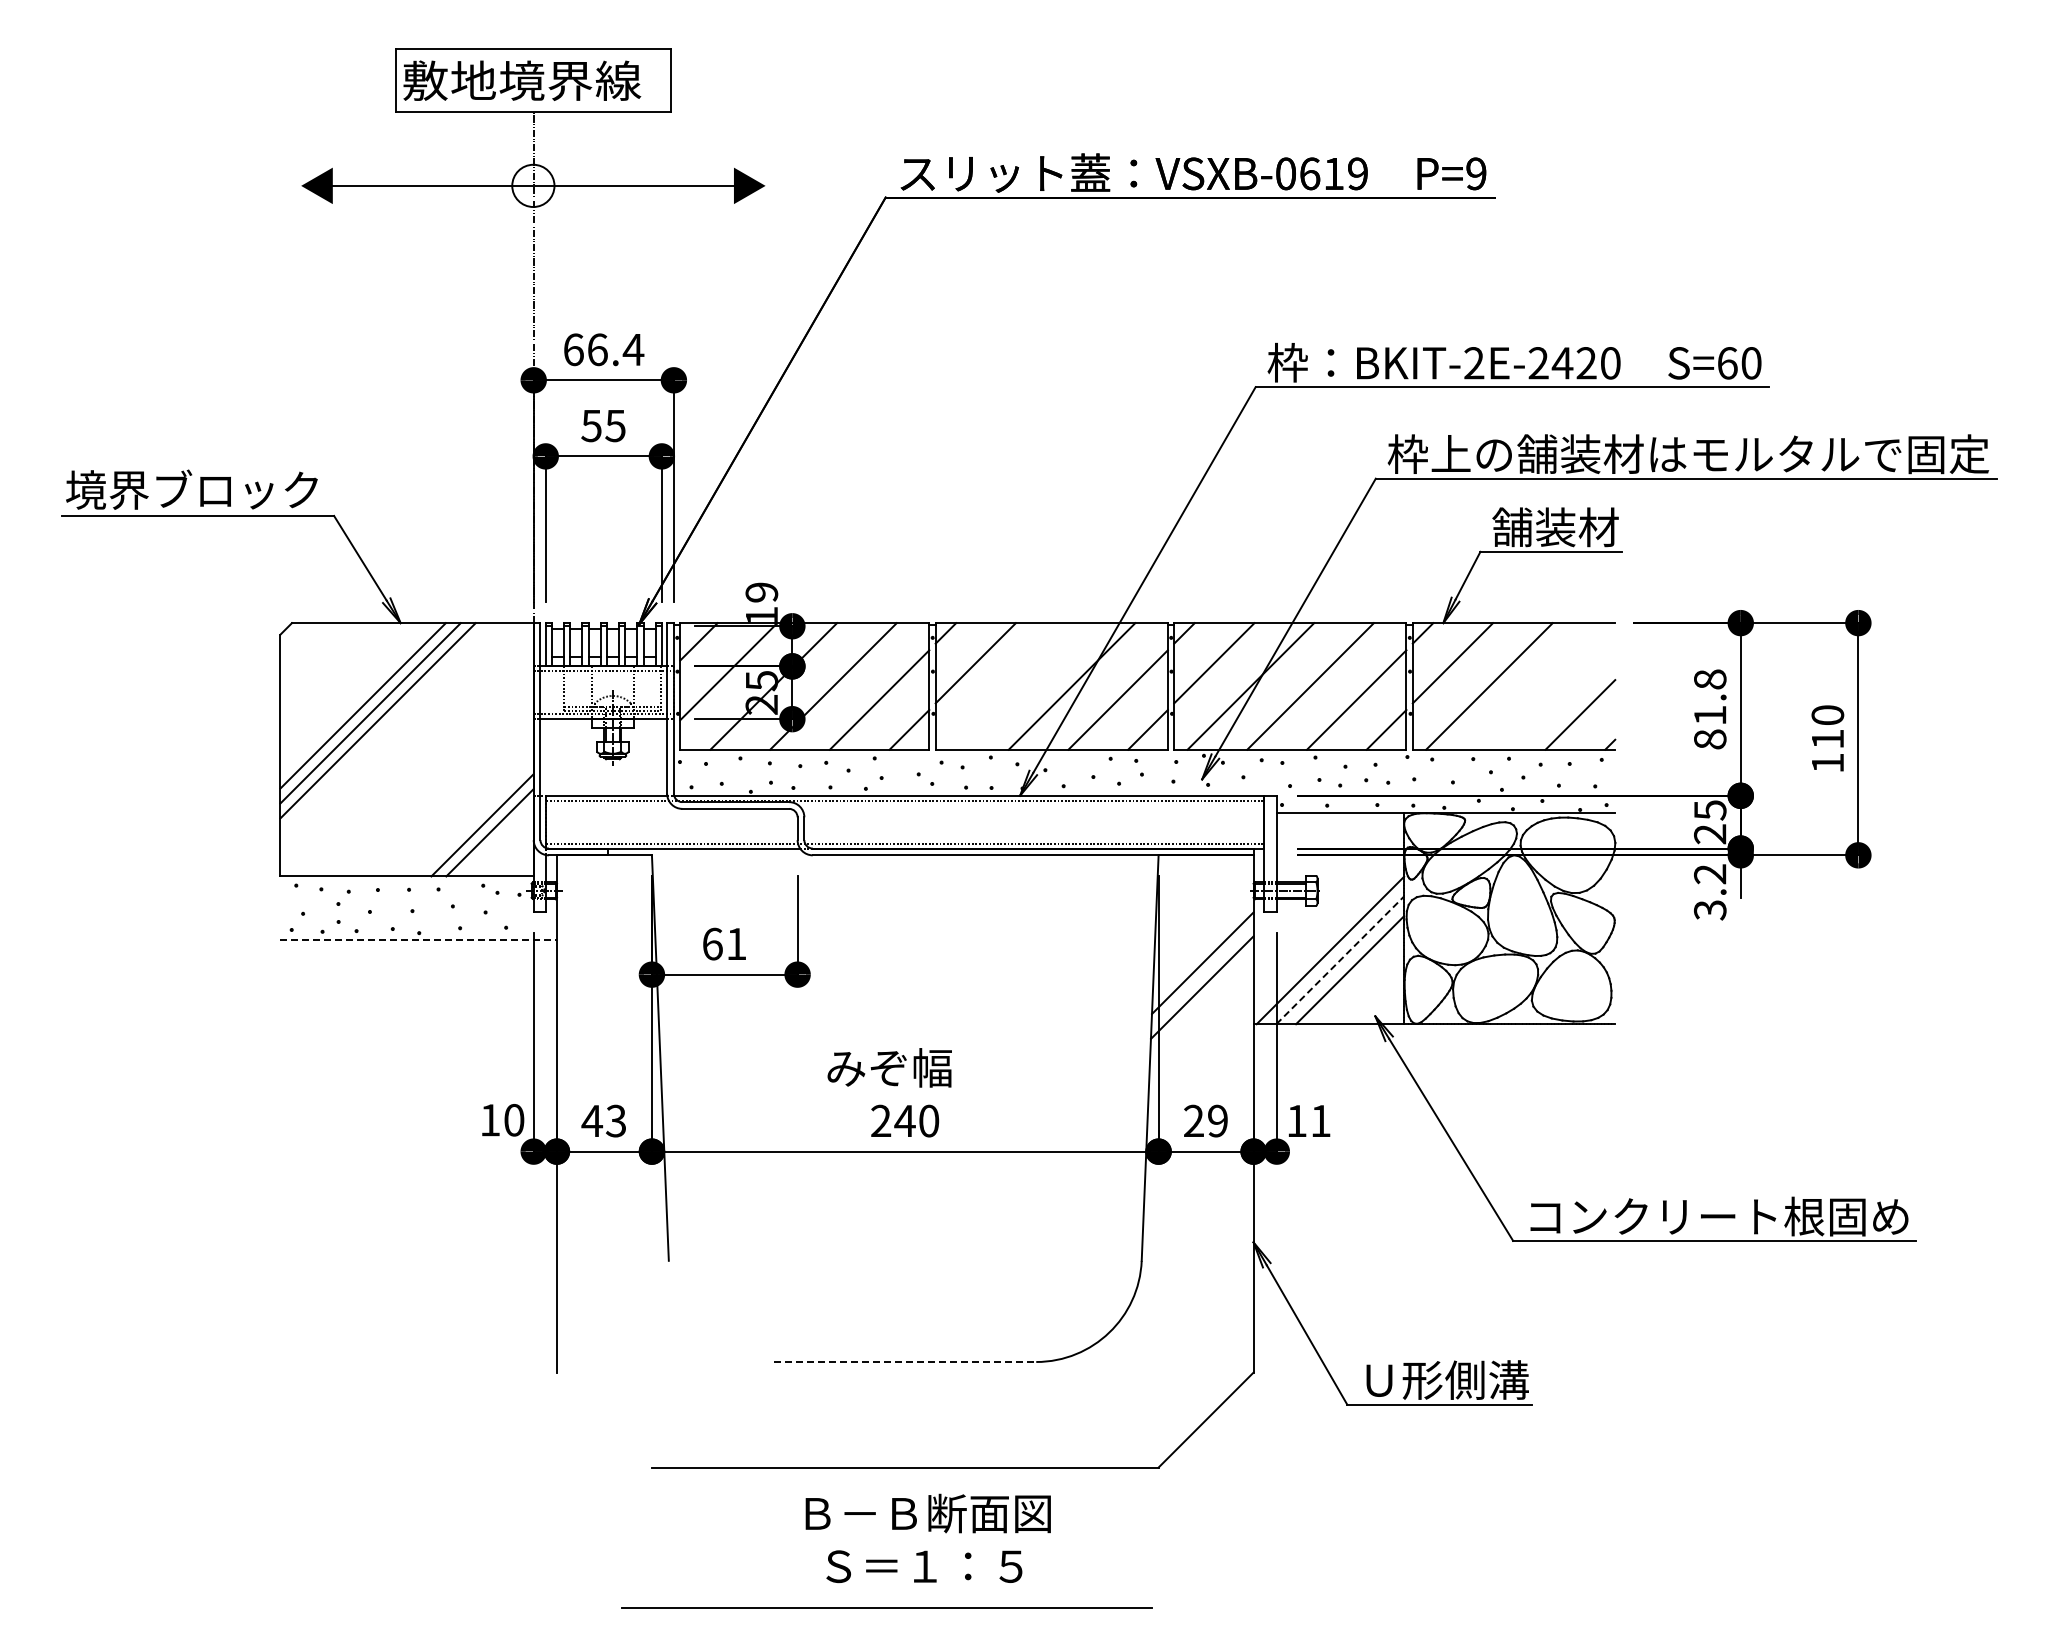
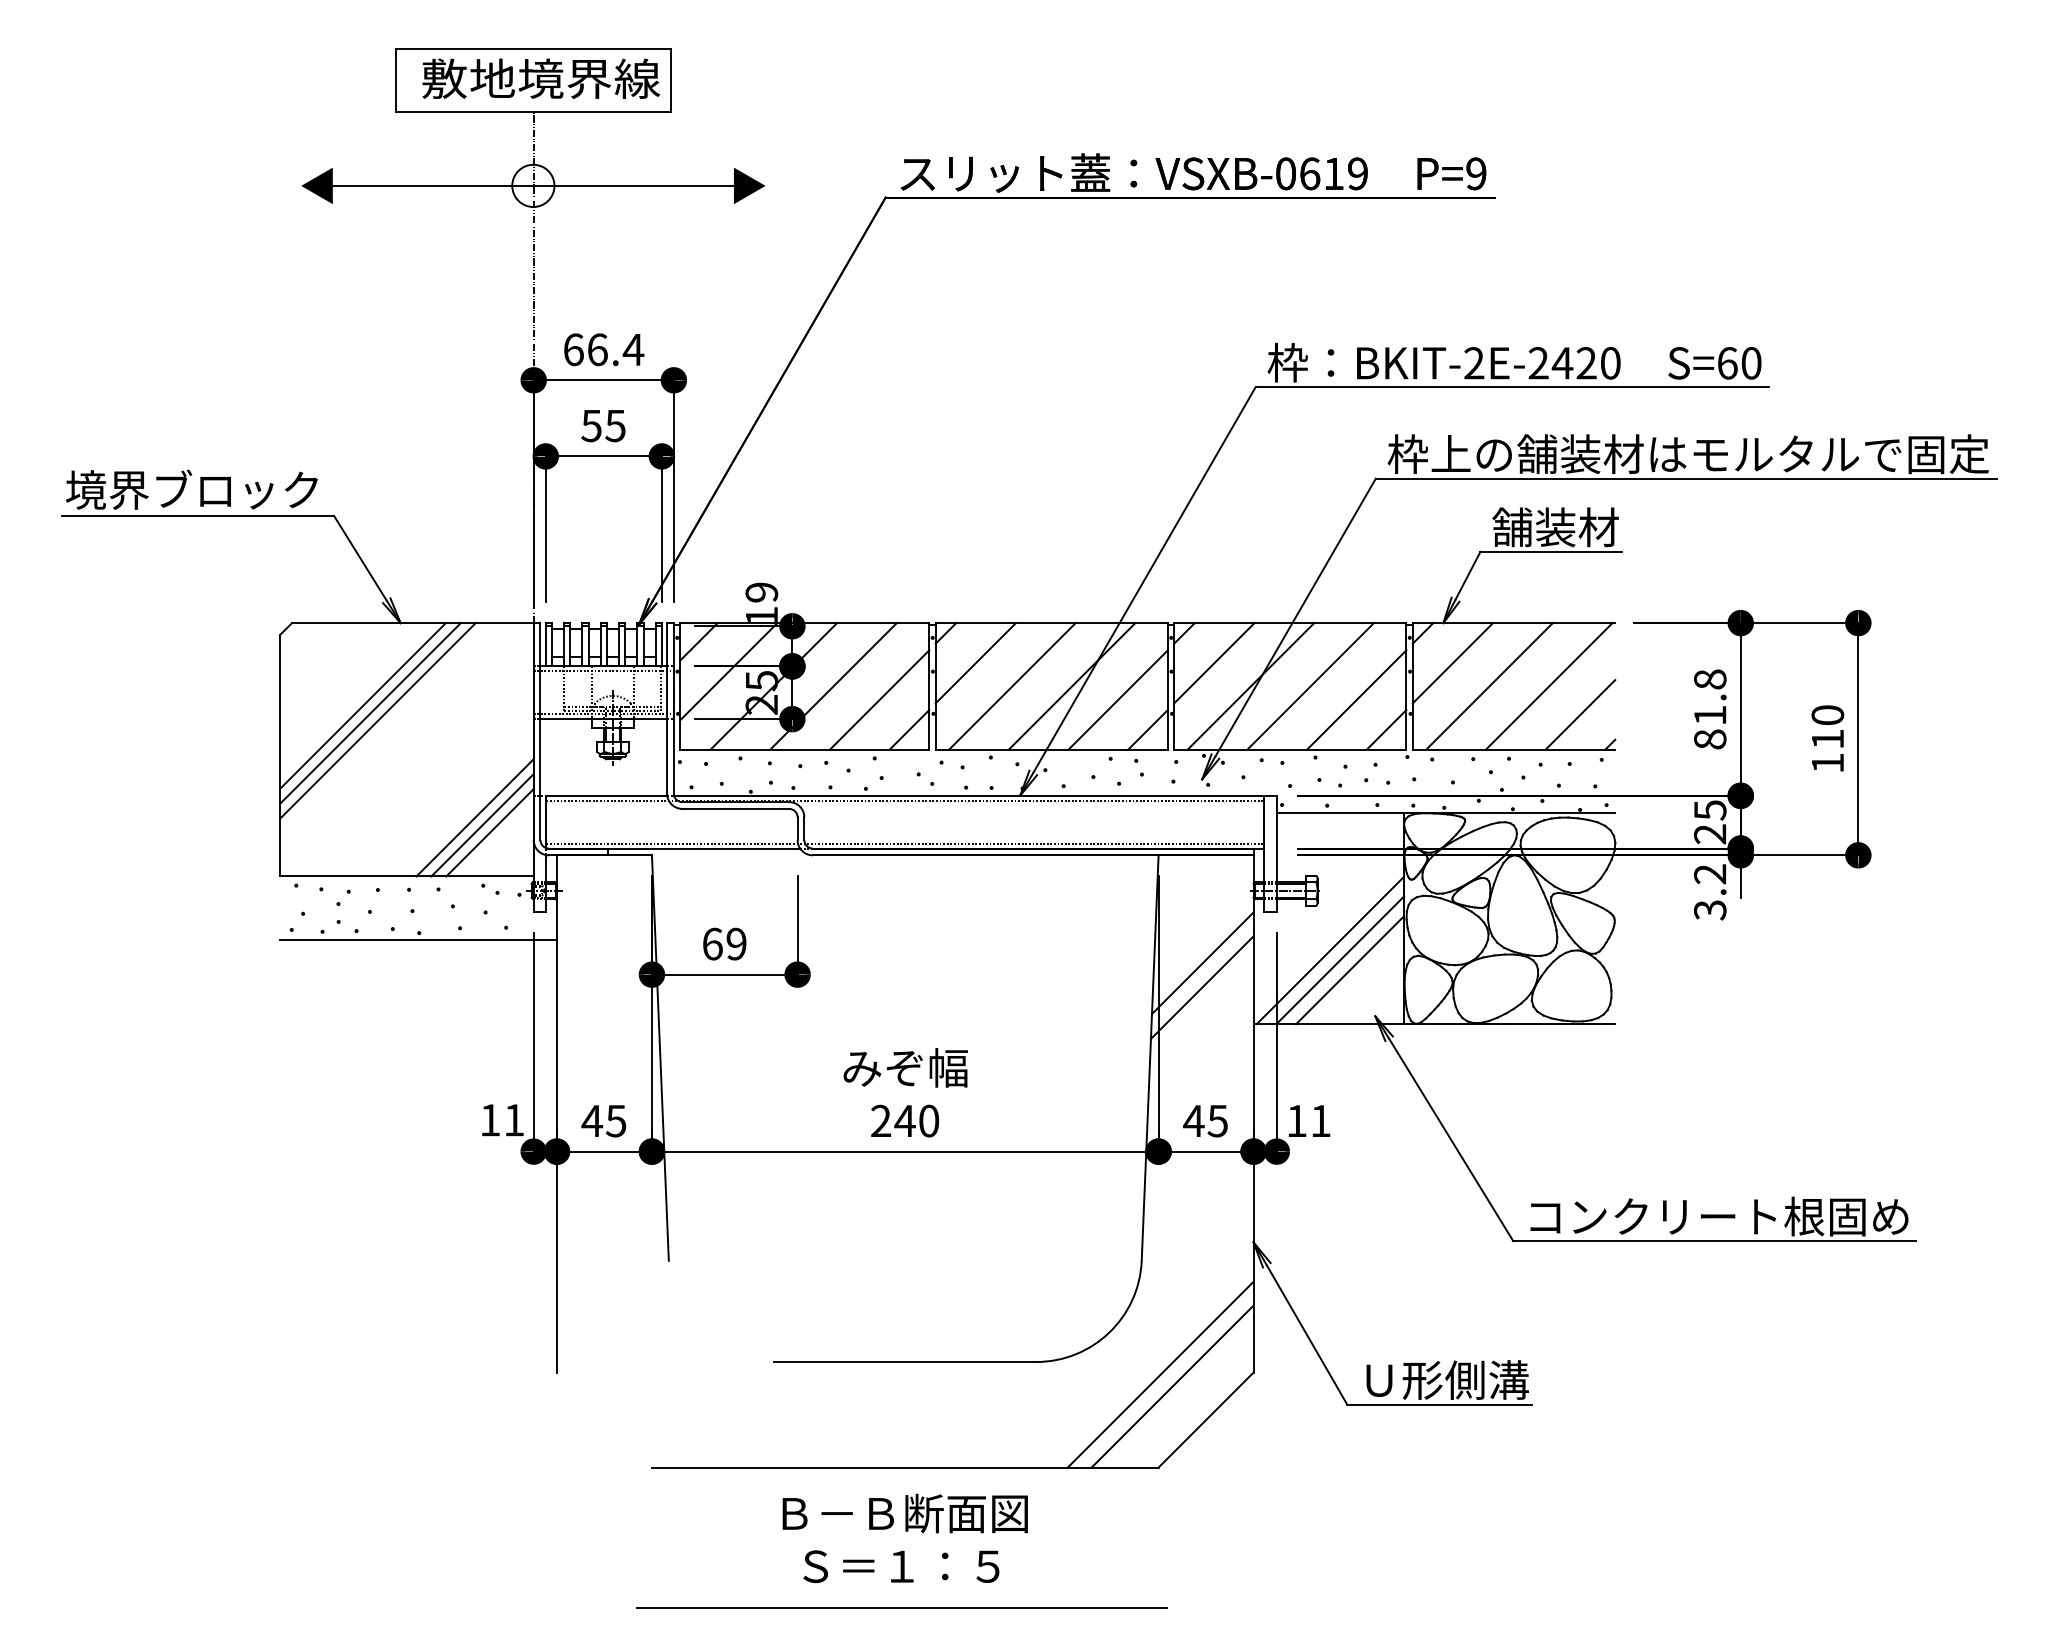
text at (522, 80) position: (522, 80) -> (541, 78)
line at (1012, 686): none -> present
line at (1548, 686): none -> present
line at (474, 817): none -> present
line at (419, 939): dashed -> solid
text at (736, 943): 61 -> 69
line at (1340, 959): dashed -> solid
text at (889, 1067) position: (889, 1067) -> (905, 1067)
text at (514, 1120): 10 -> 11
text at (616, 1120): 43 -> 45
text at (1205, 1120): 29 -> 45
line at (905, 1362): dashed -> solid
line at (1160, 1374): none -> present
line at (1172, 1386): none -> present
text at (927, 1538) position: (927, 1538) -> (904, 1538)
line at (886, 1607) position: (886, 1607) -> (901, 1607)
